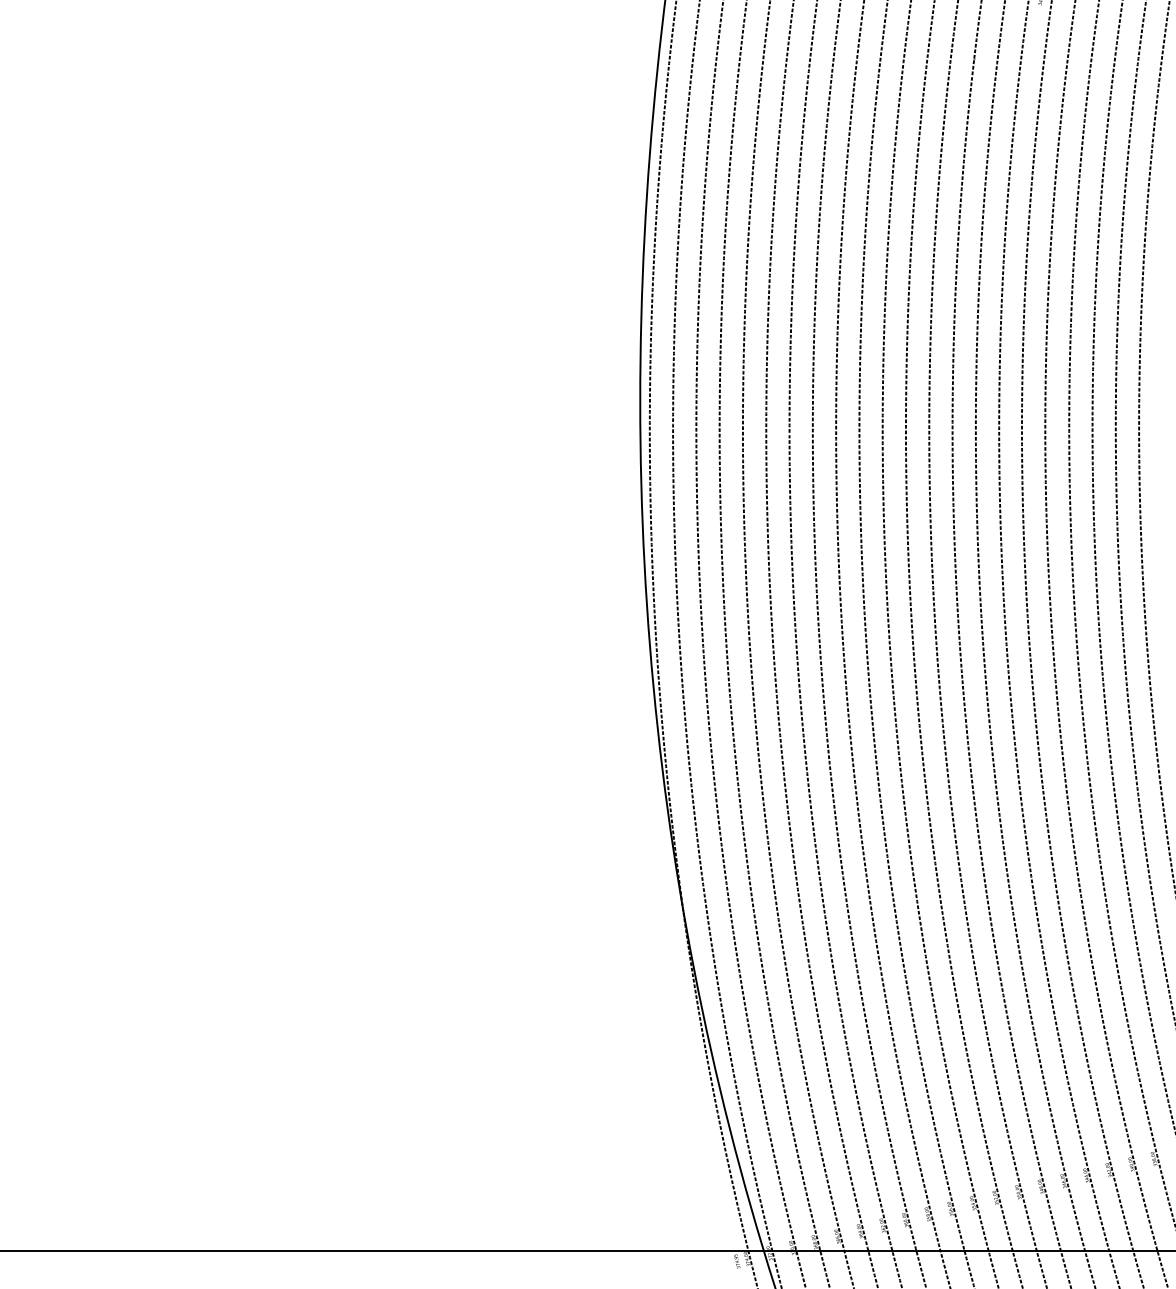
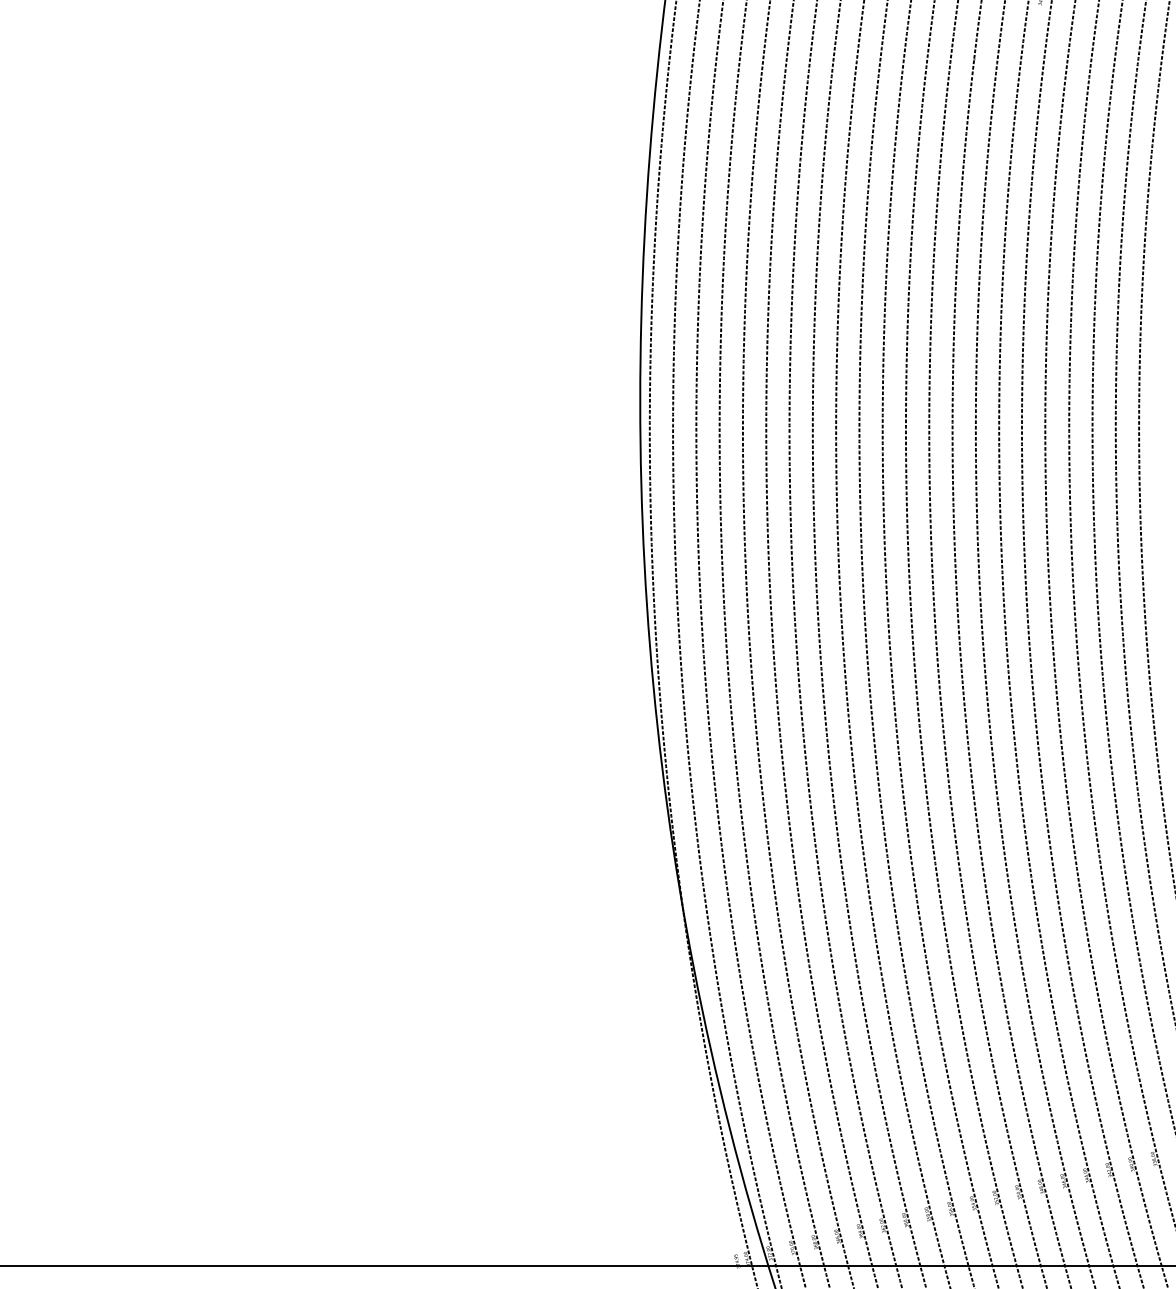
line at (587, 1250) position: (587, 1250) -> (587, 1265)
